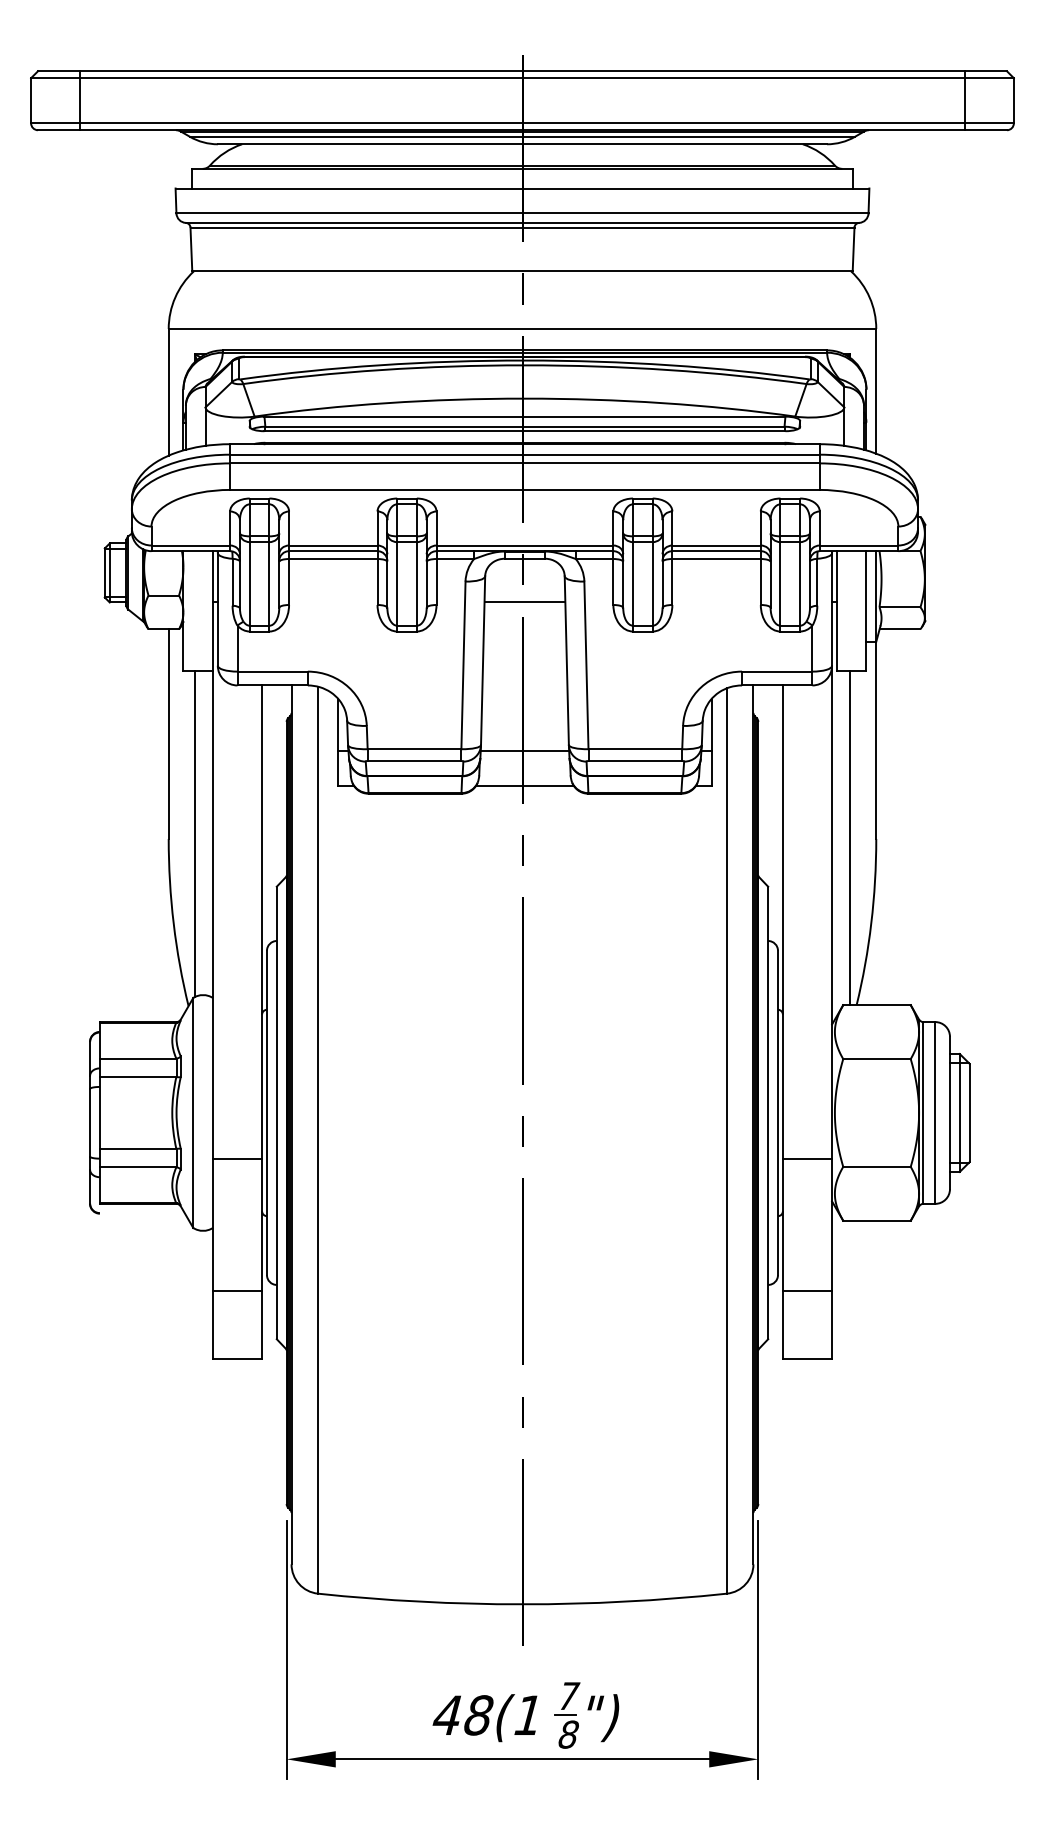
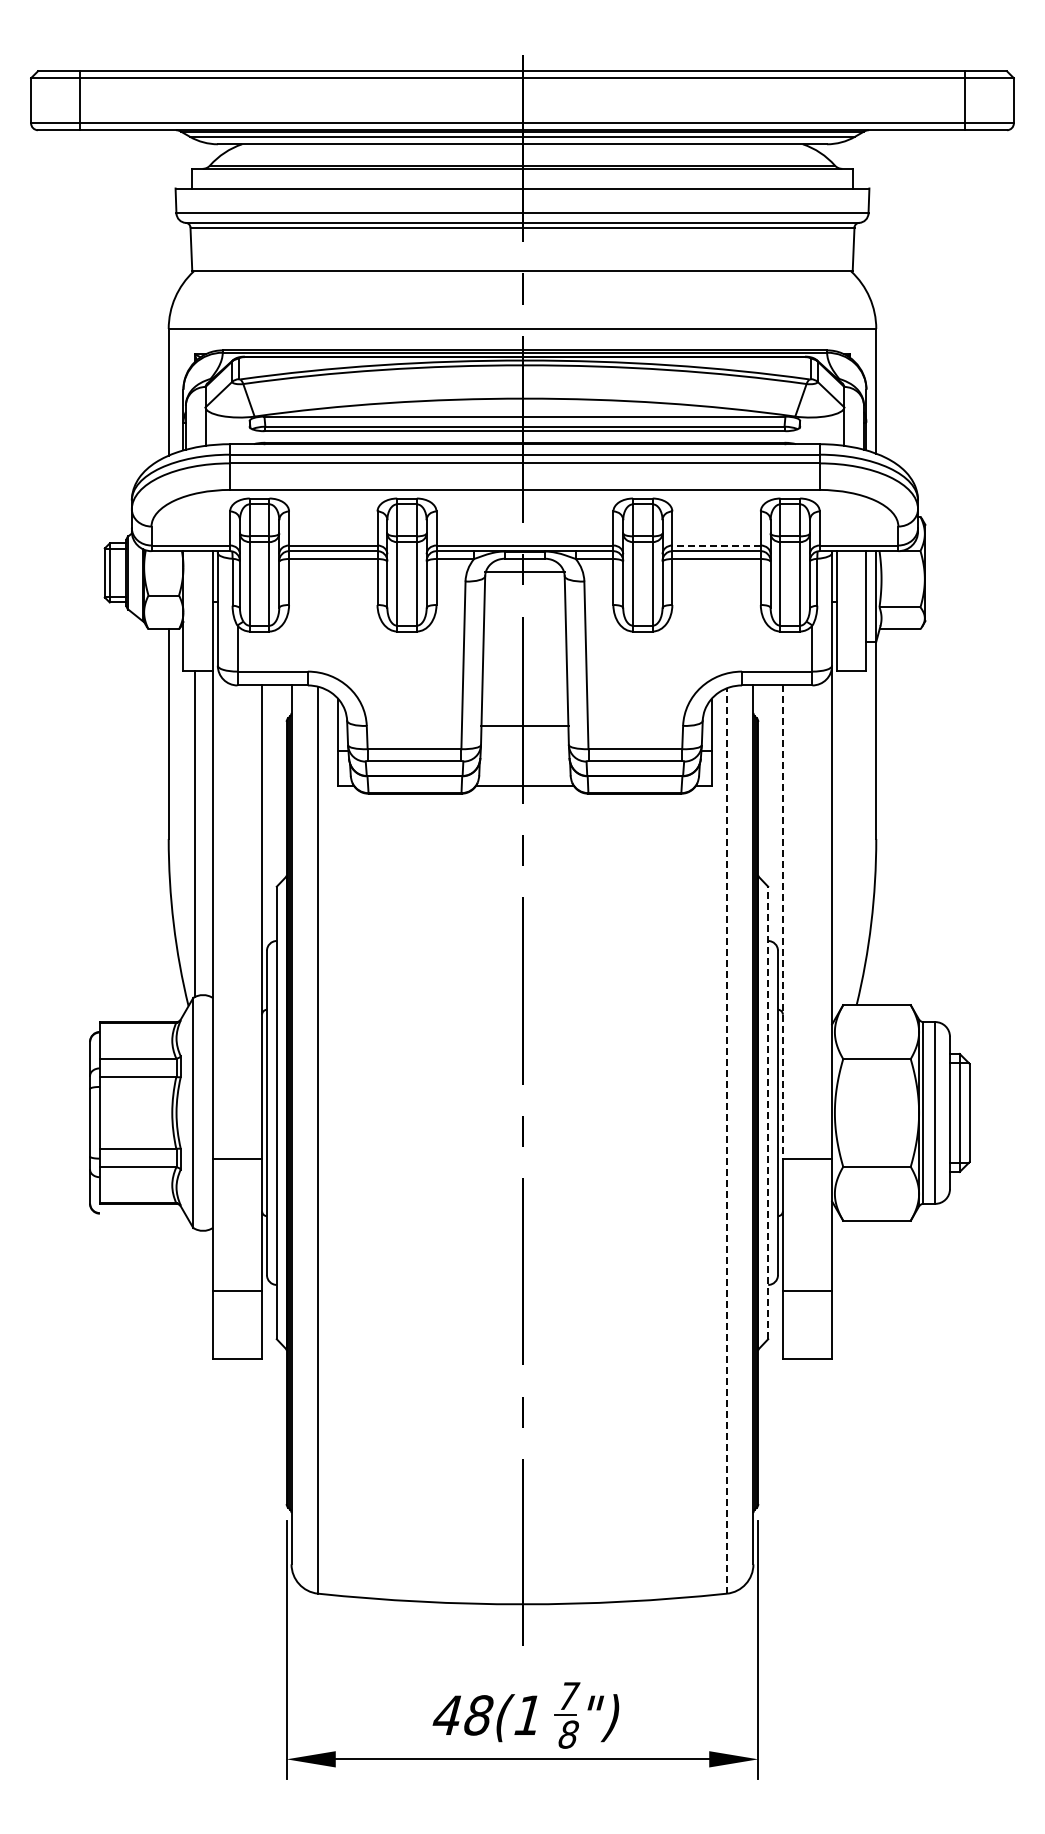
line at (716, 545): solid -> dashed
line at (524, 602) position: (524, 602) -> (524, 572)
line at (524, 751) position: (524, 751) -> (524, 726)
line at (850, 838): present -> none
line at (782, 922): solid -> dashed
line at (768, 1112): solid -> dashed
line at (727, 1140): solid -> dashed
